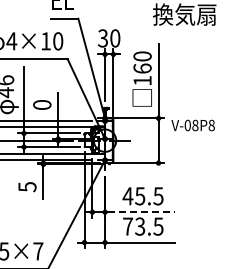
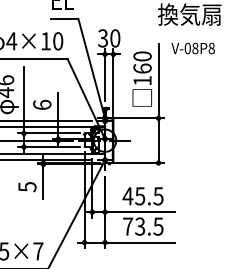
text at (184, 14) position: (184, 14) -> (189, 14)
text at (42, 104): 0 -> 6
text at (192, 125) position: (192, 125) -> (192, 48)
line at (142, 212): dashed -> solid
